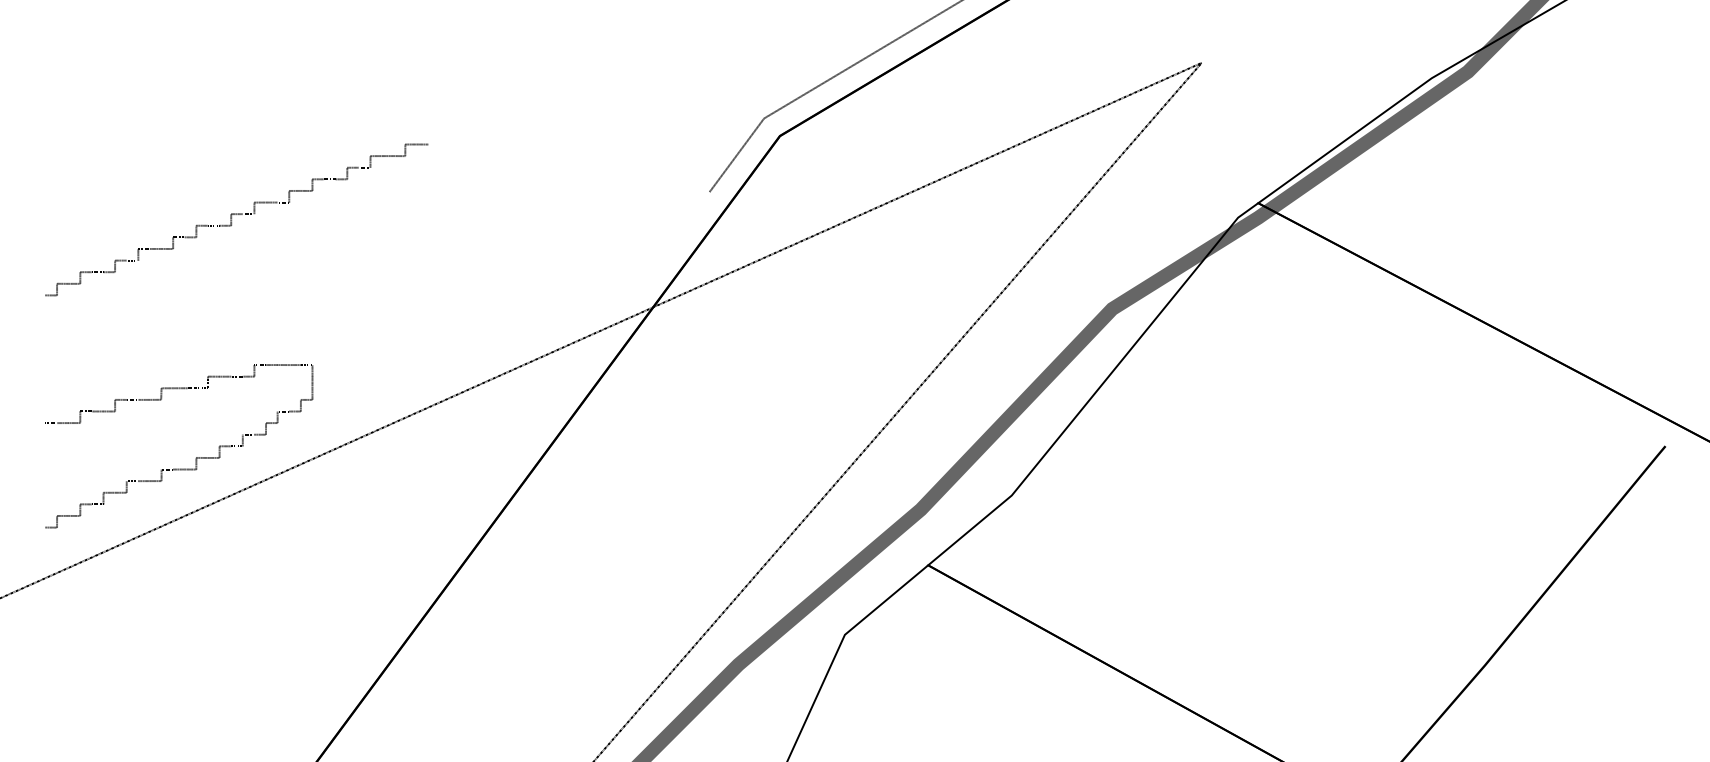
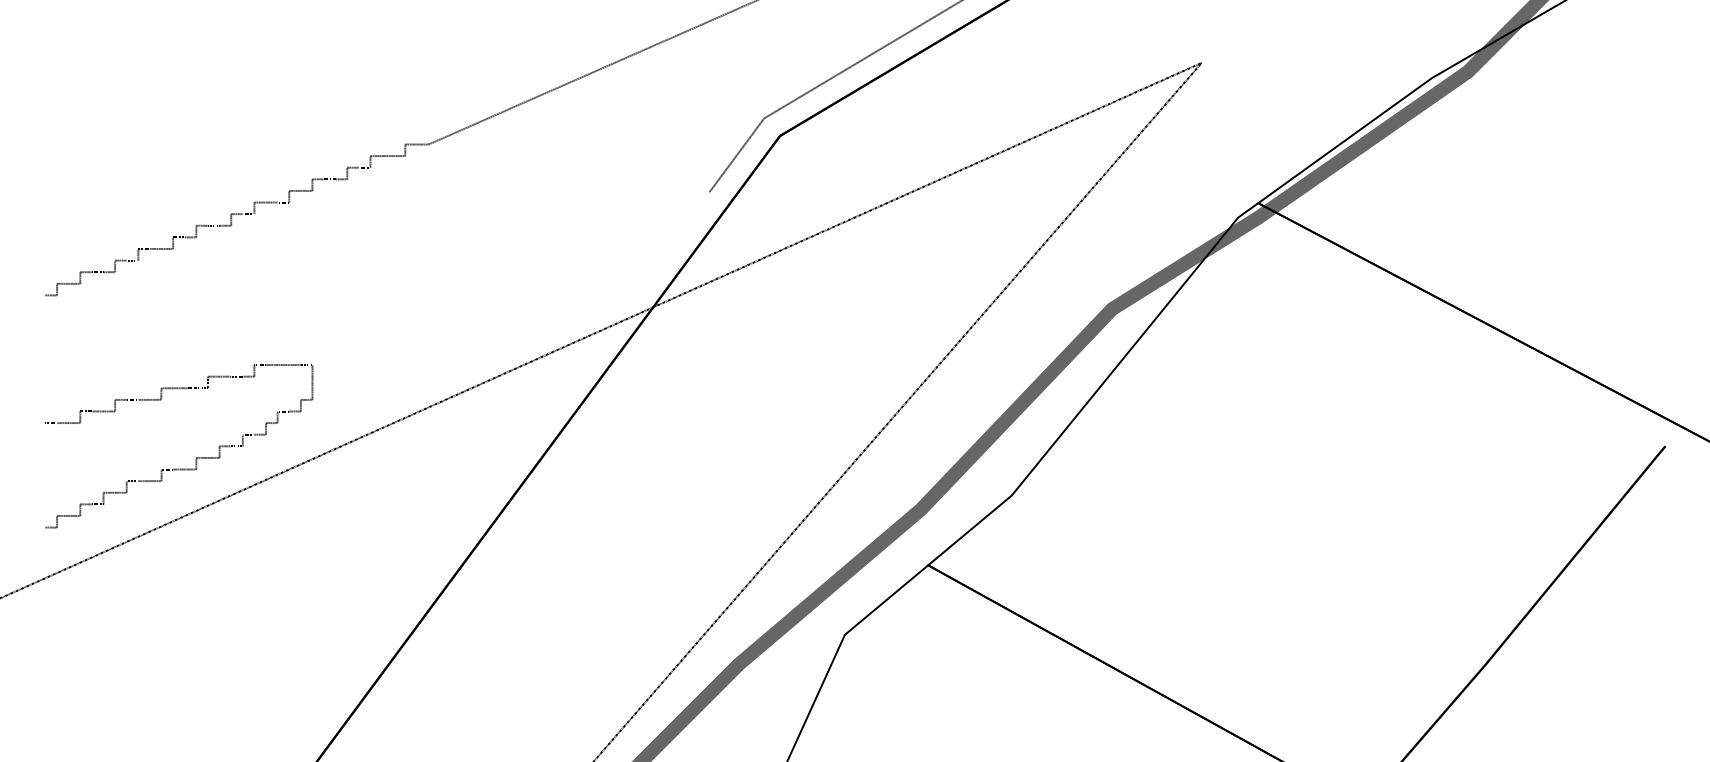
line at (590, 73): none -> present
